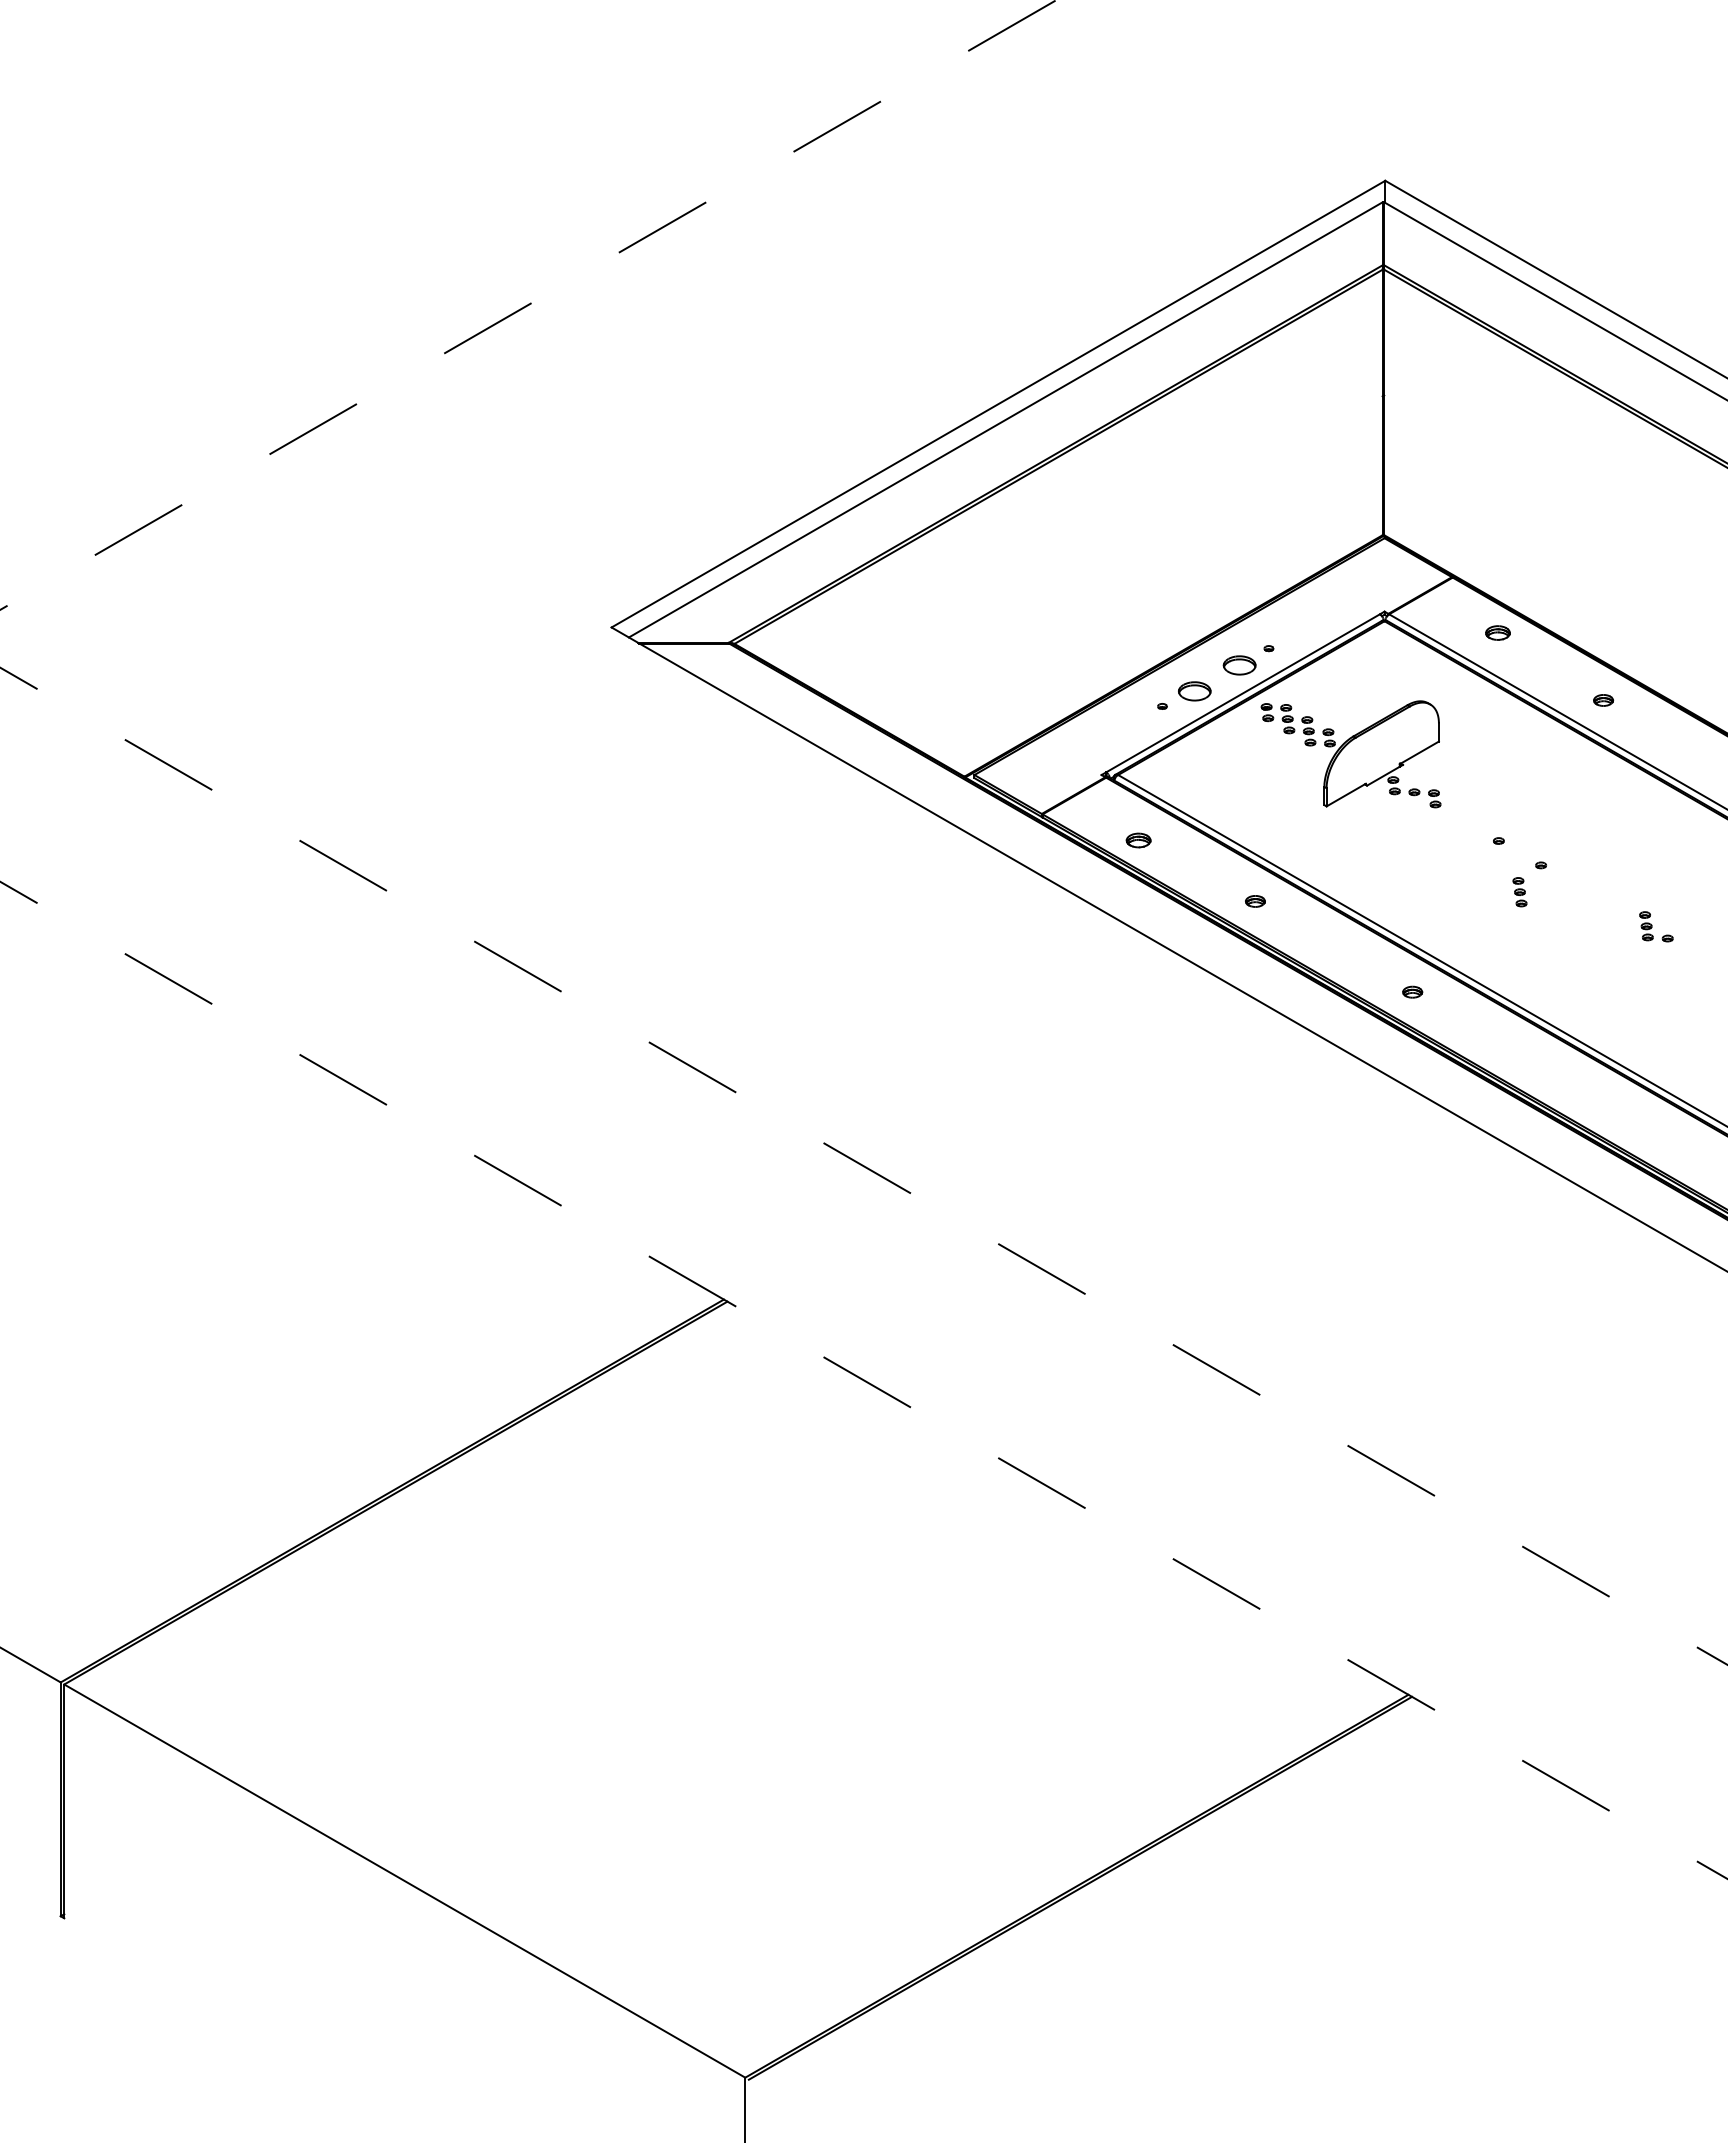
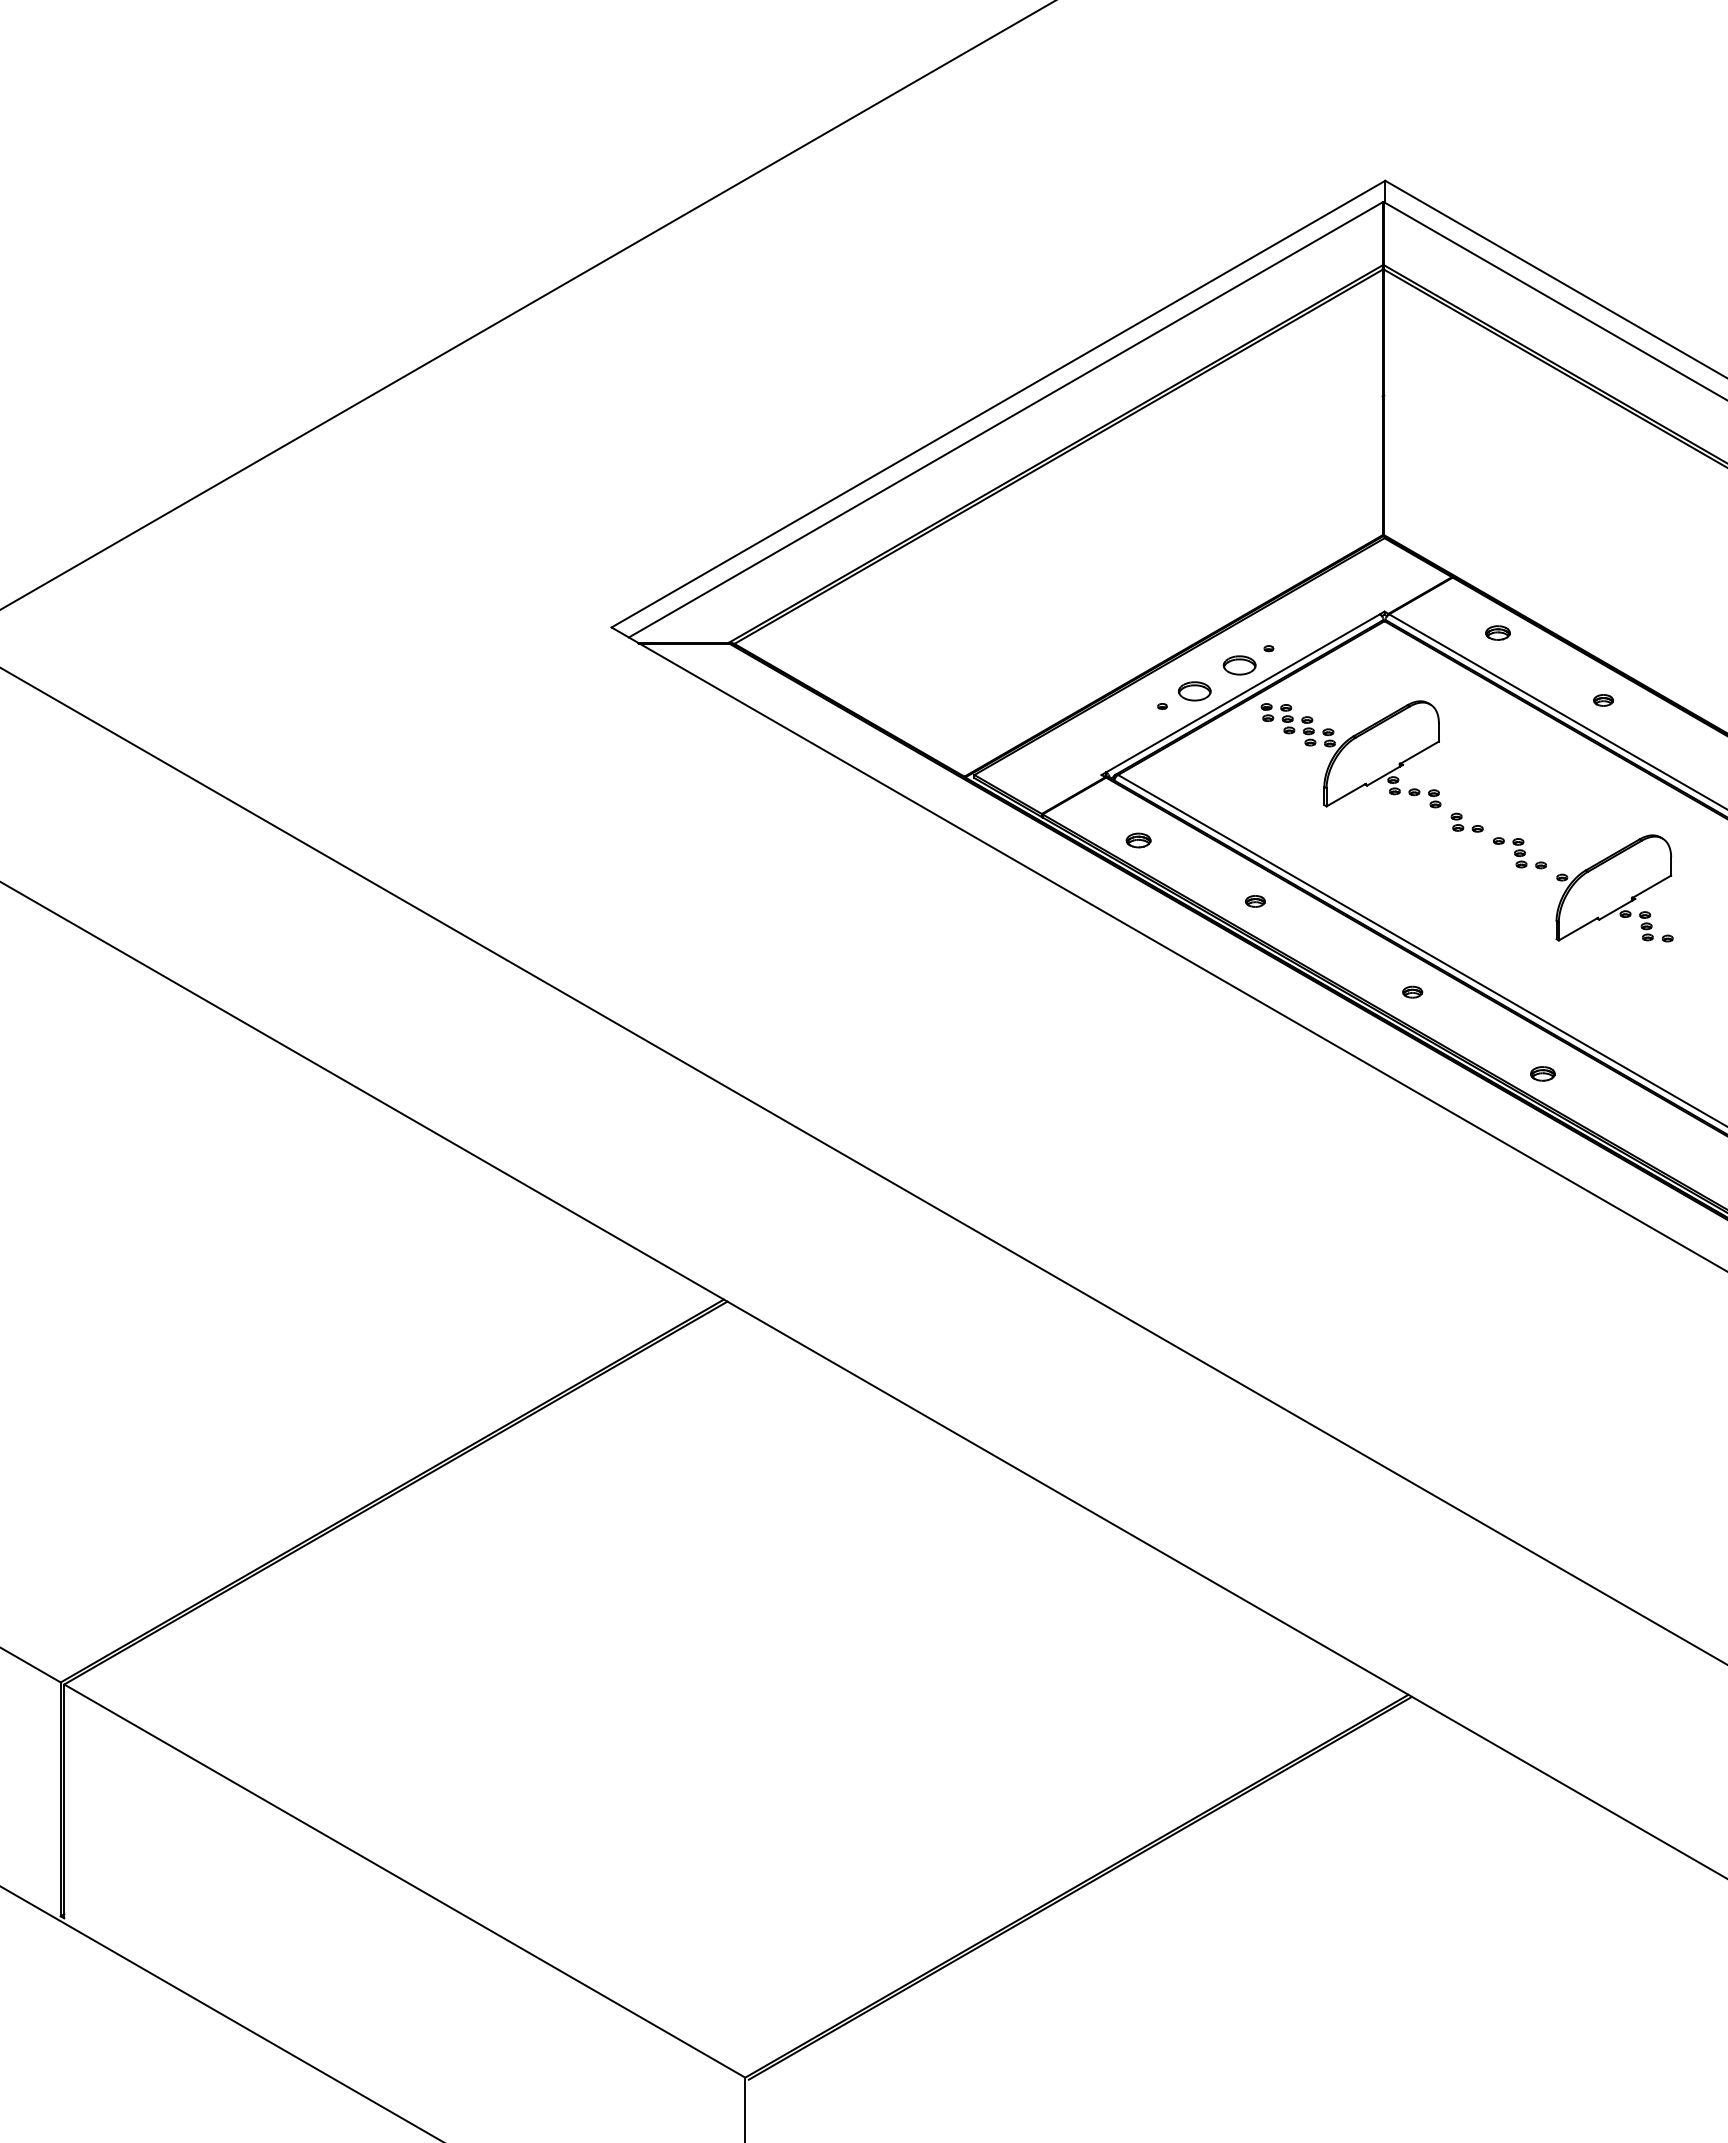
line at (527, 305): dashed -> solid
part at (1466, 822): none -> present
part at (1613, 887): none -> present
part at (1519, 892) position: (1519, 892) -> (1519, 853)
part at (1542, 1073): none -> present
line at (863, 1166): dashed -> solid
line at (863, 1380): dashed -> solid
line at (220, 2013): none -> present
